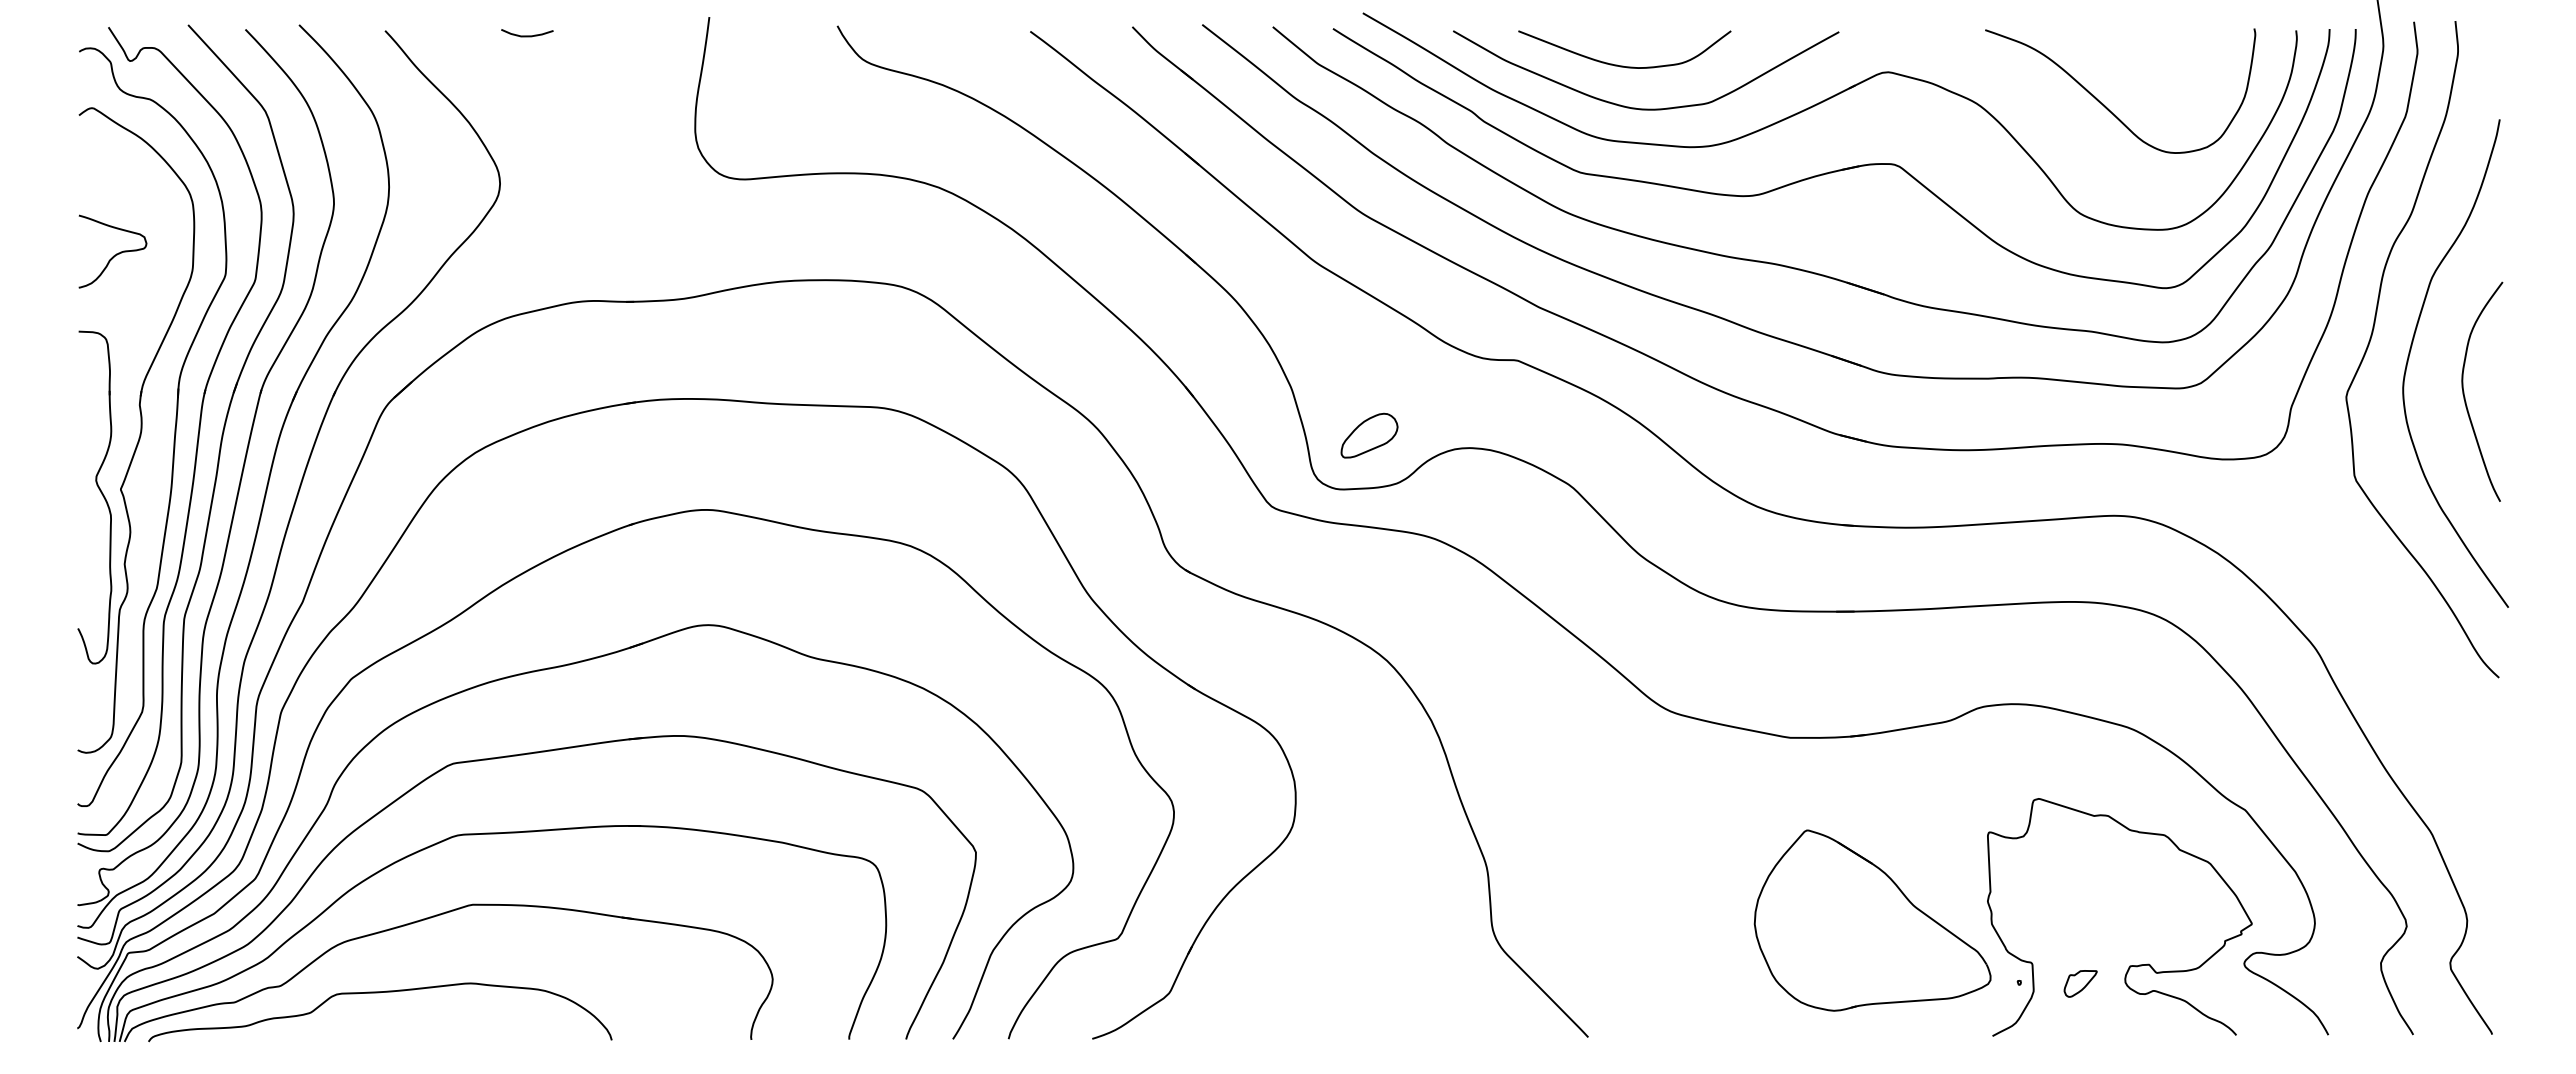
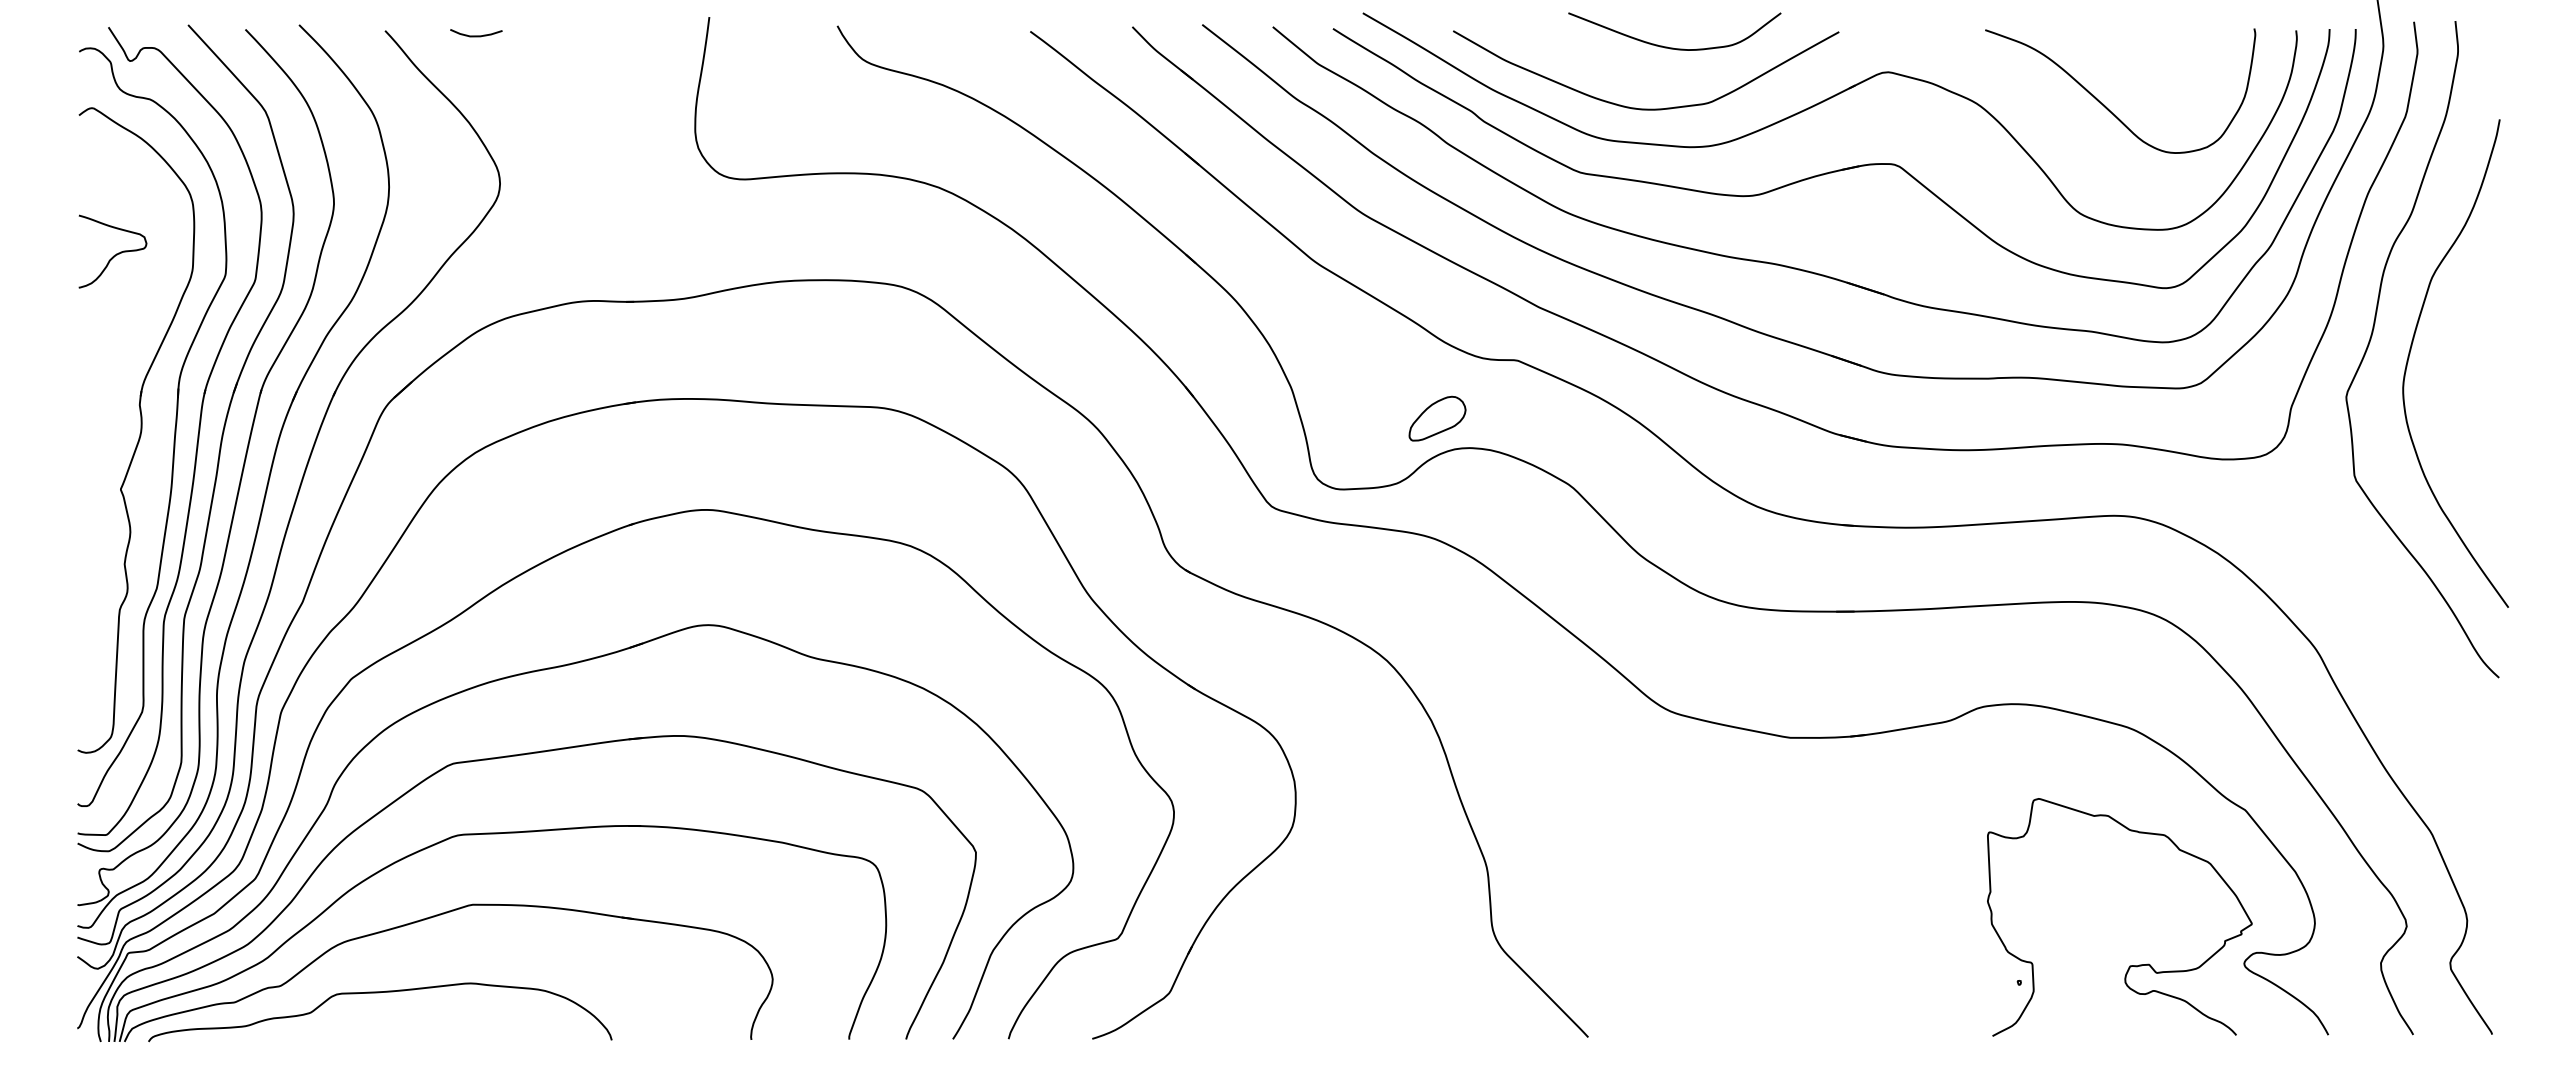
curve at (527, 35) position: (527, 35) -> (476, 35)
curve at (1623, 65) position: (1623, 65) -> (1673, 47)
curve at (2464, 391): present -> none
part at (1369, 435) position: (1369, 435) -> (1437, 418)
part at (101, 494): present -> none
part at (1872, 920): present -> none
part at (2080, 983): present -> none
